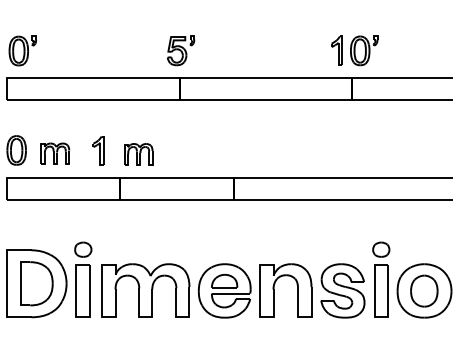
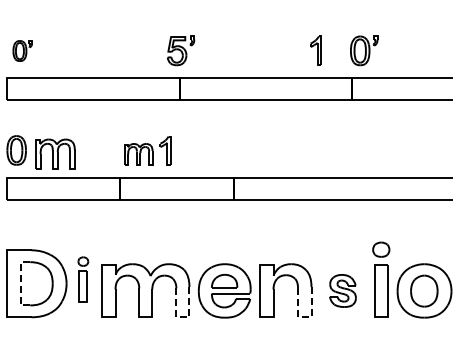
part at (22, 50) size: 29x32 px -> 21x22 px
part at (336, 50) position: (336, 50) -> (315, 50)
part at (98, 150) position: (98, 150) -> (165, 150)
part at (55, 153) size: 31x23 px -> 41x32 px
part at (83, 279) size: 19x77 px -> 13x47 px
line at (20, 283): solid -> dashed
part at (342, 290) size: 46x56 px -> 28x34 px
line at (183, 317): solid -> dashed
line at (305, 317): solid -> dashed
